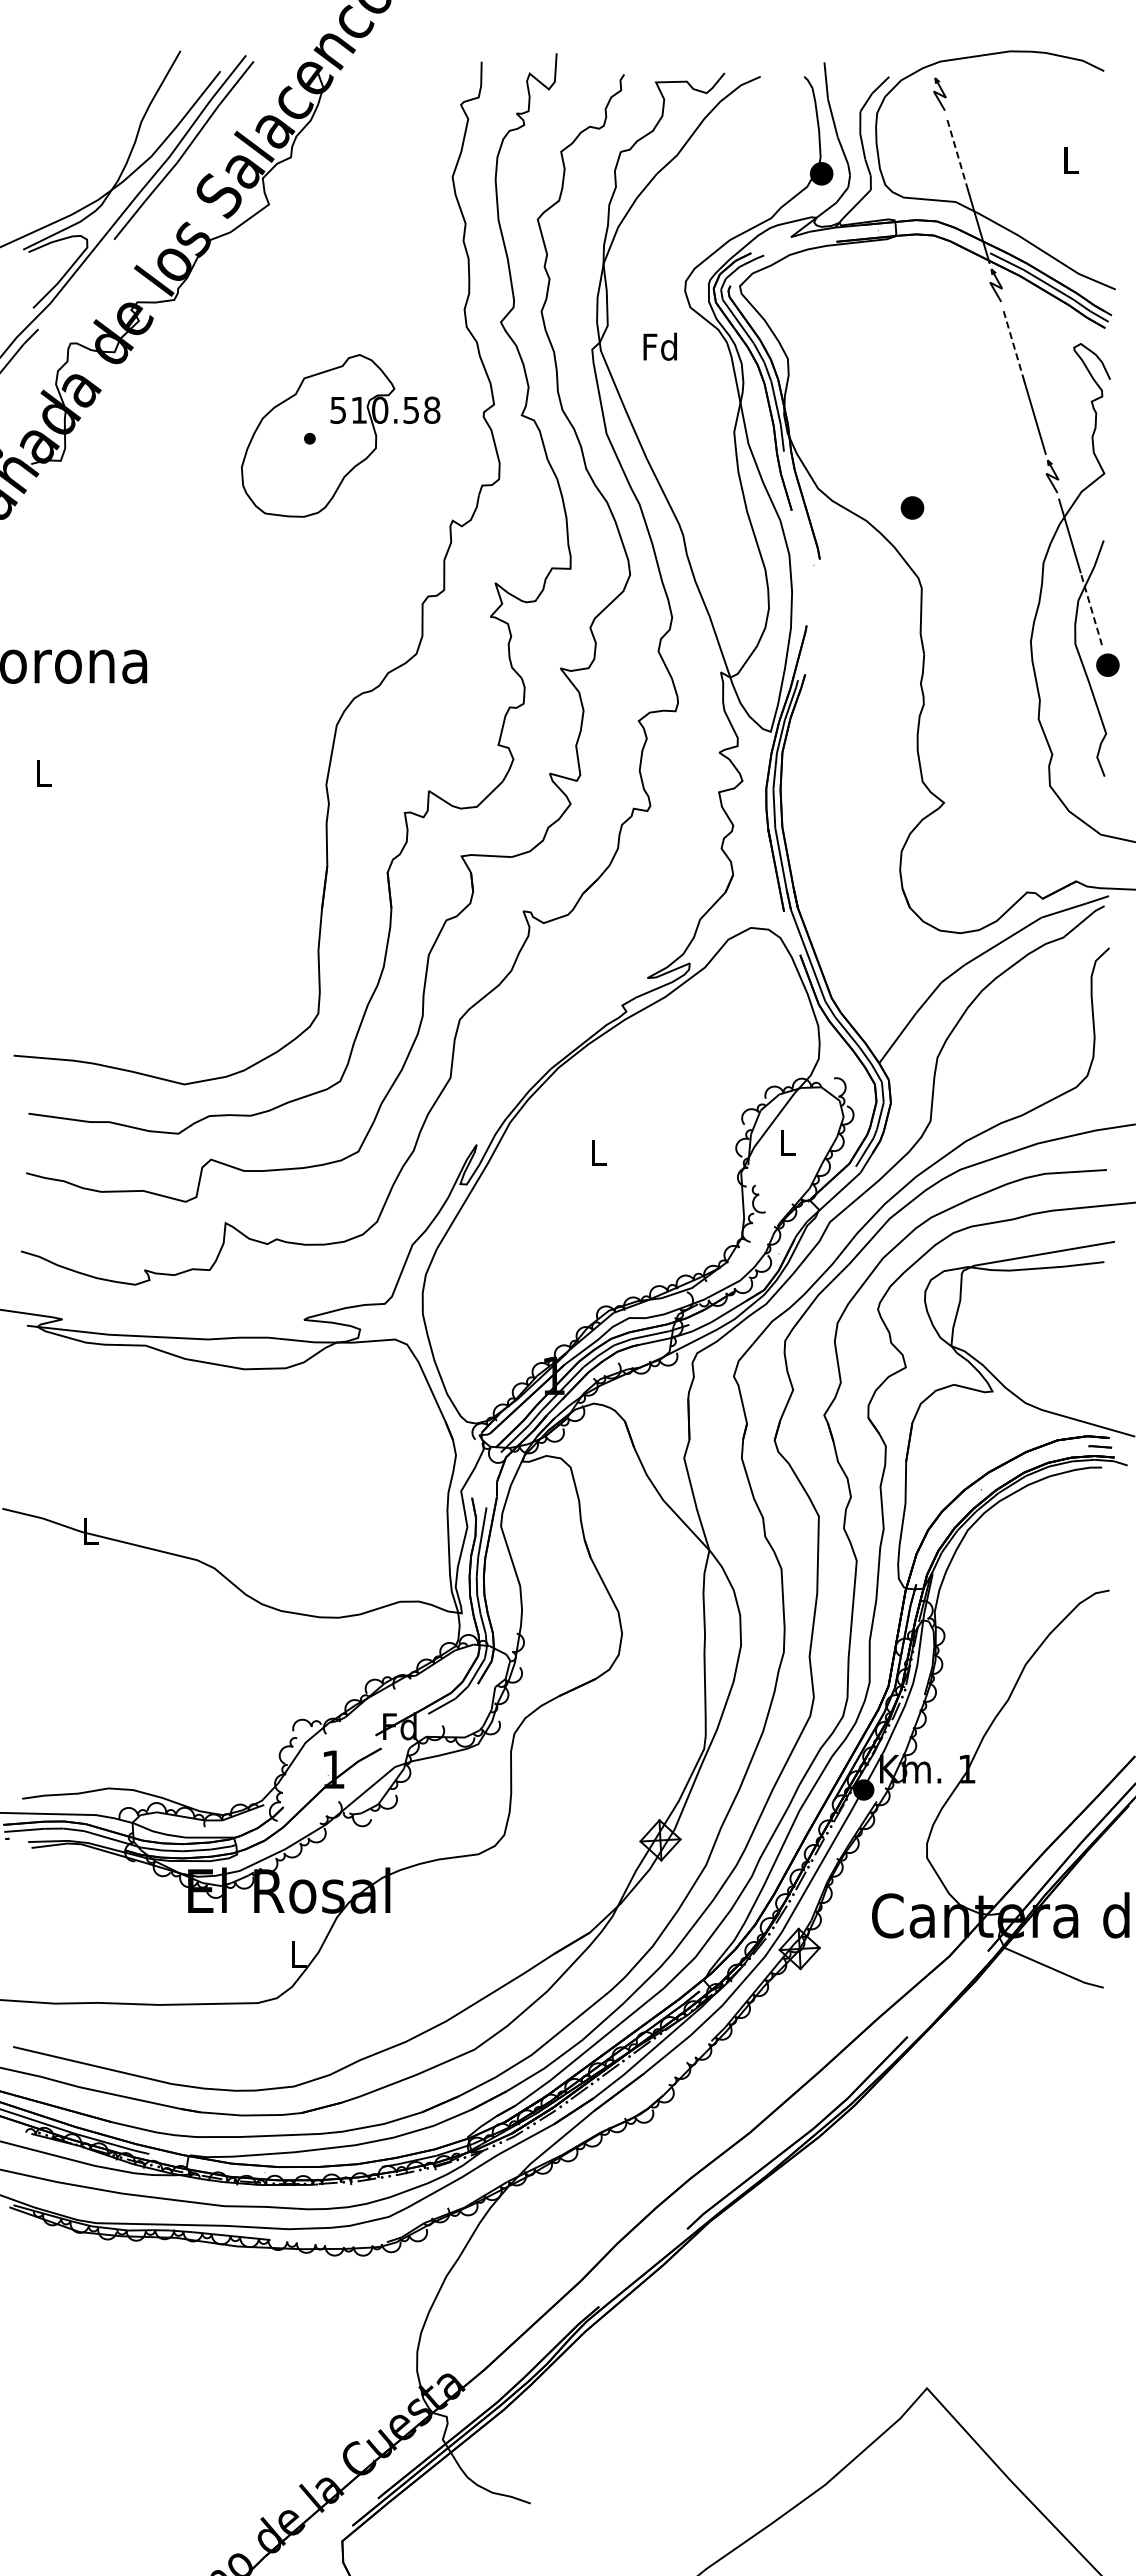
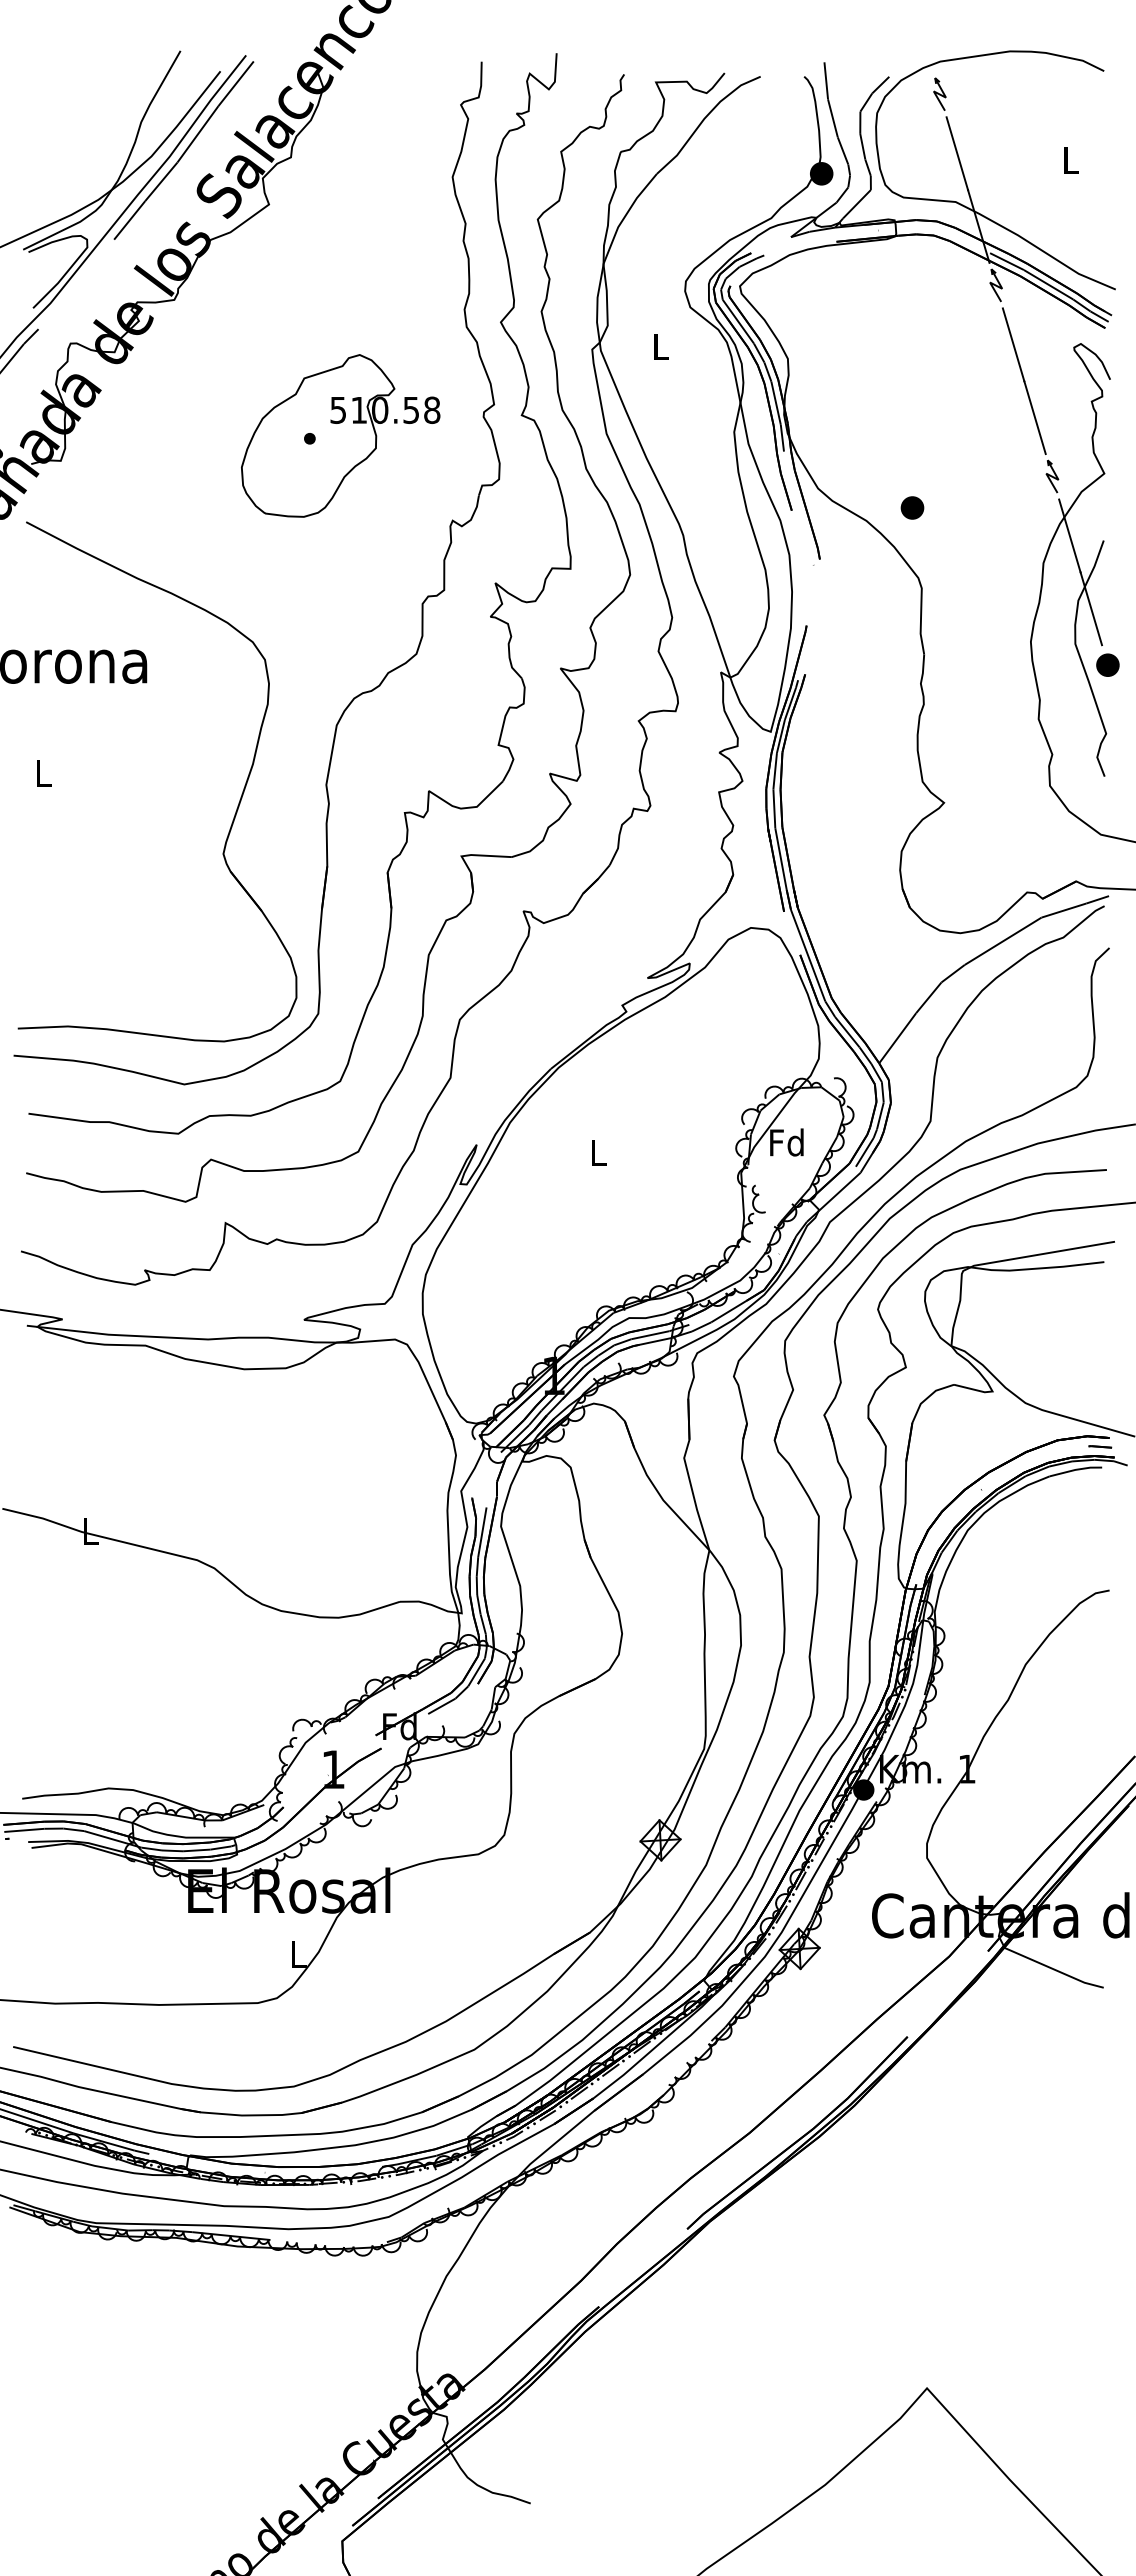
line at (957, 153): dashed -> solid
line at (1013, 344): dashed -> solid
text at (659, 346): Fd -> L
line at (1091, 608): dashed -> solid
part at (236, 808): none -> present
text at (786, 1142): L -> Fd
